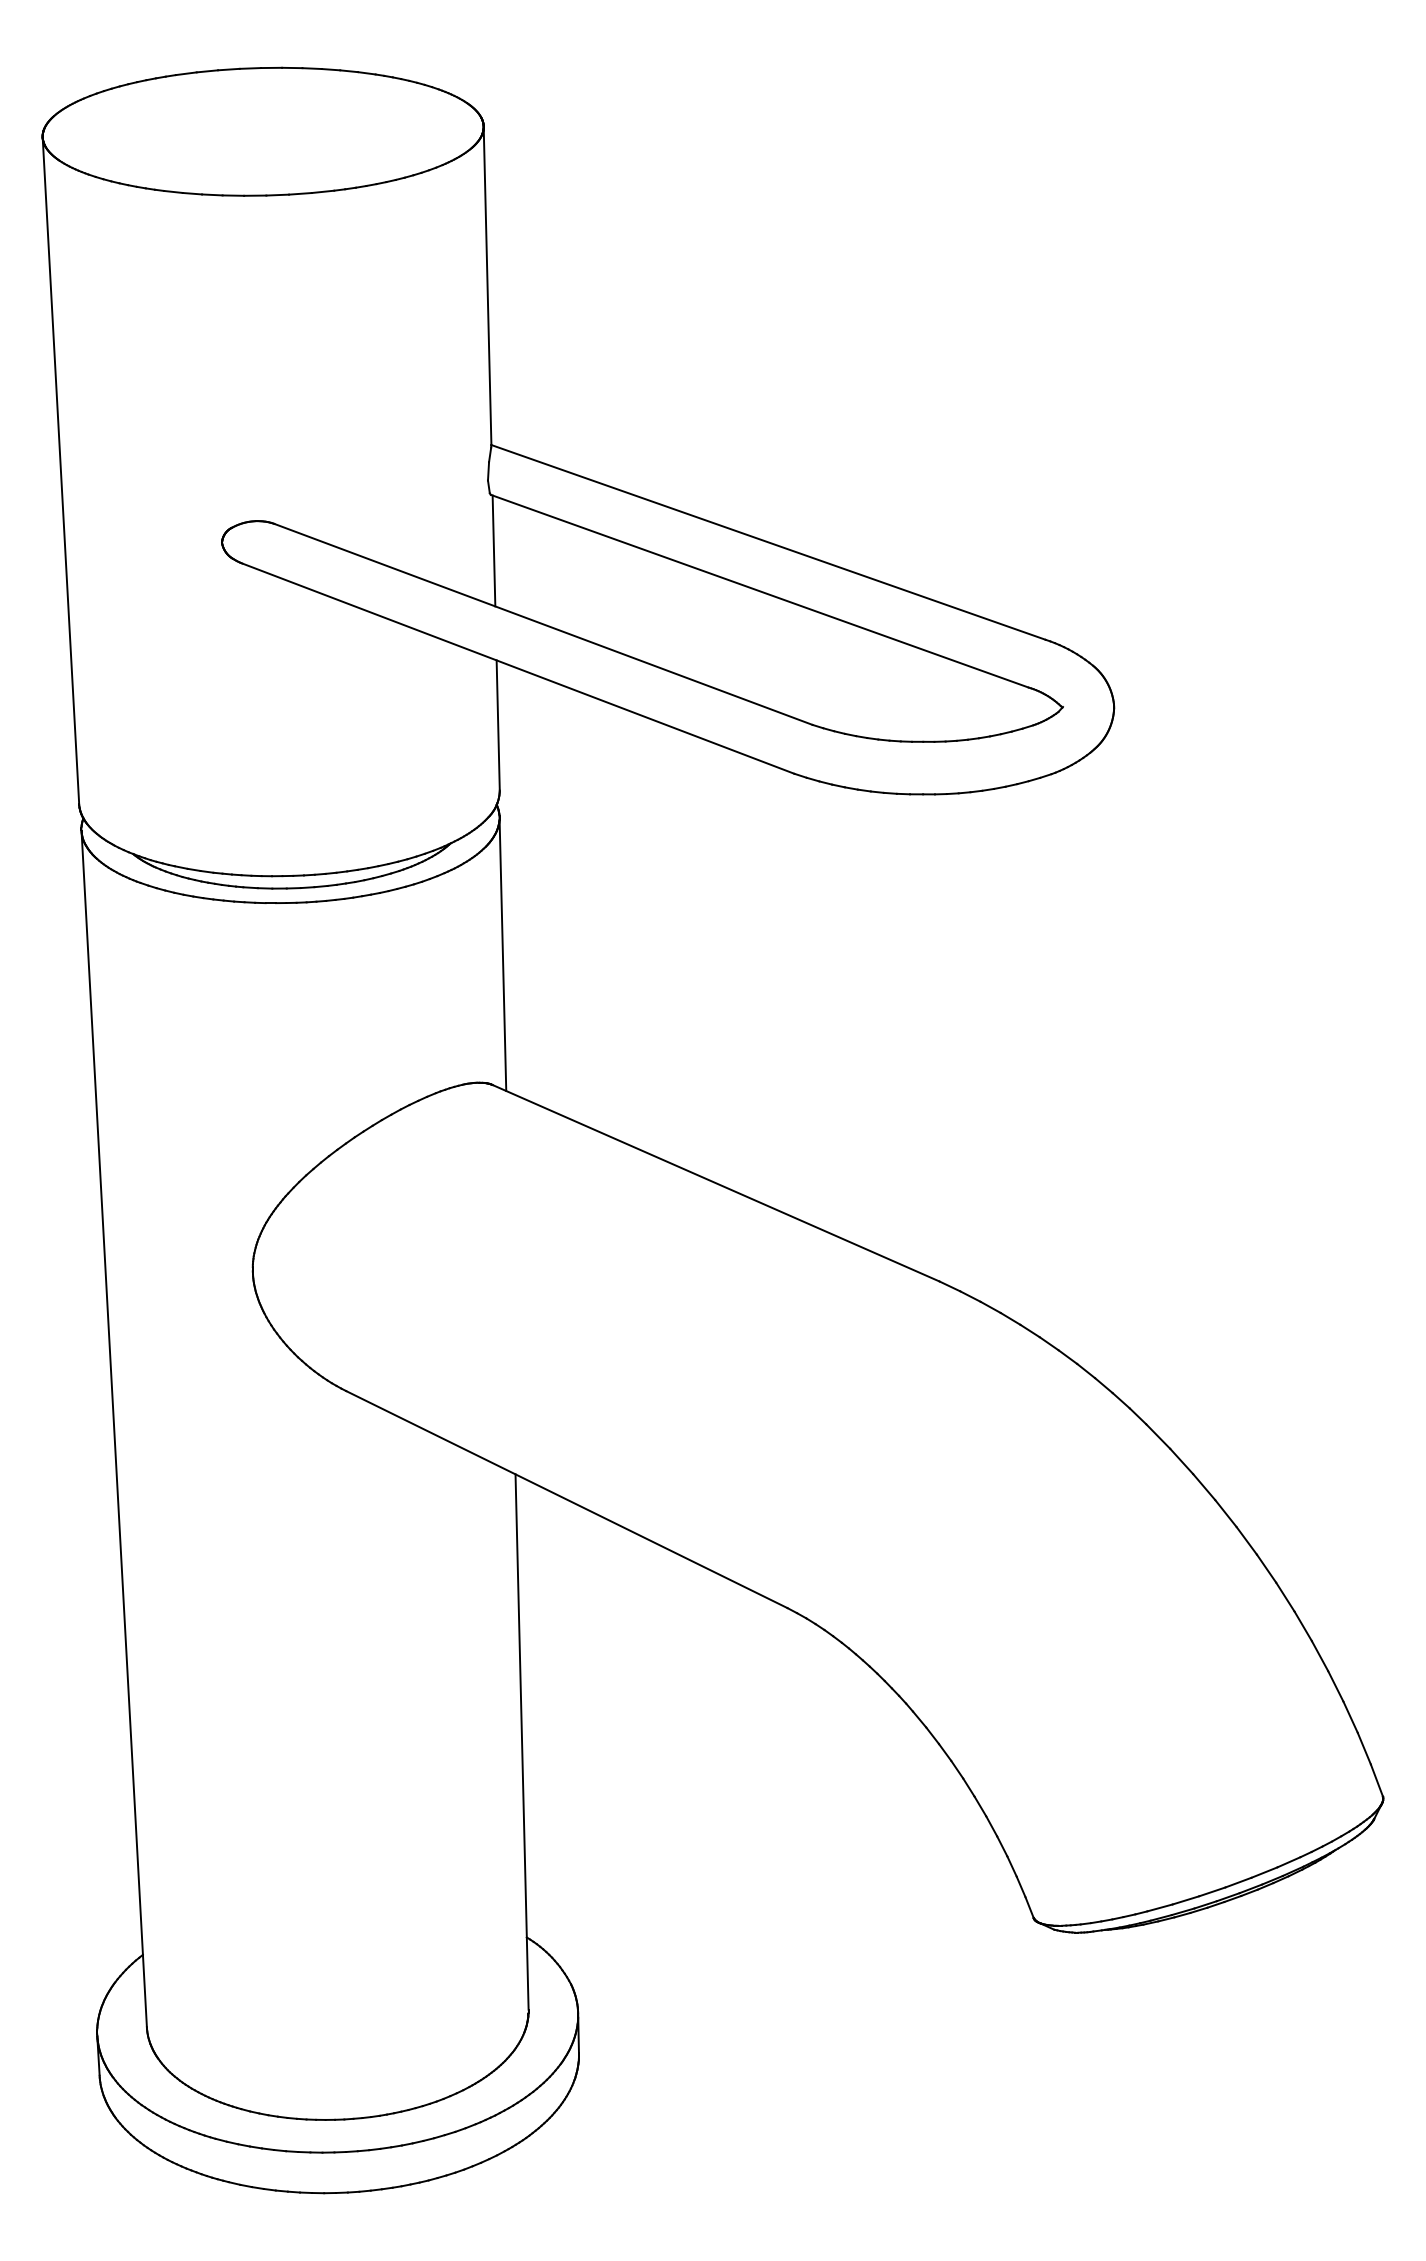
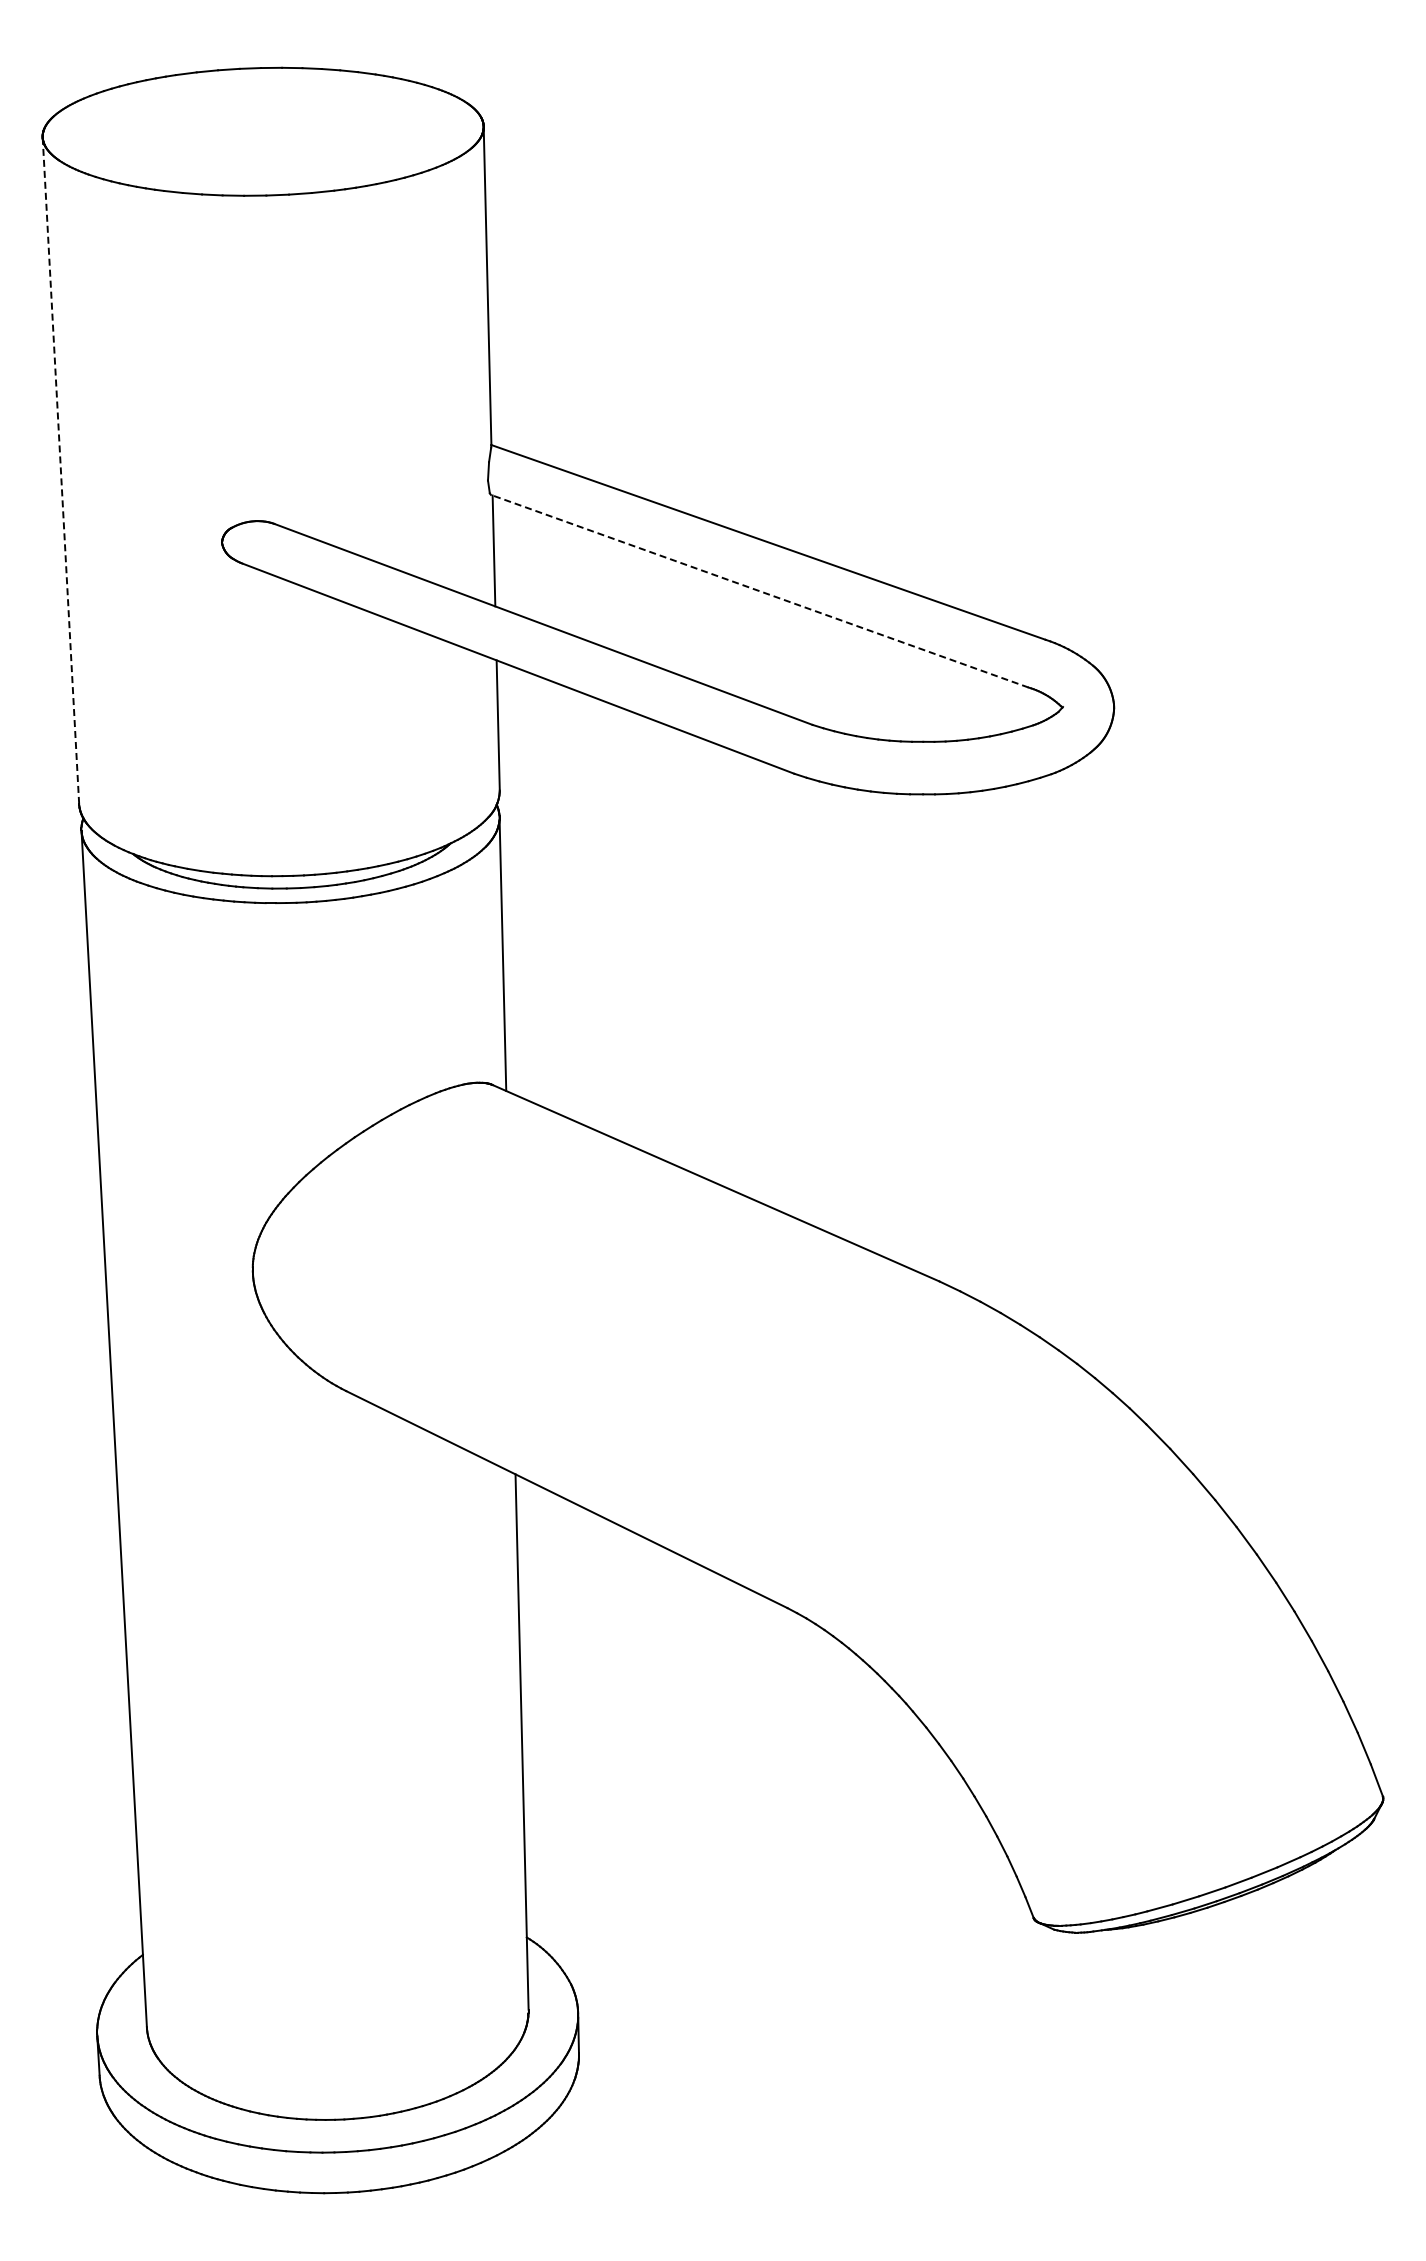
line at (60, 471): solid -> dashed
line at (759, 591): solid -> dashed
